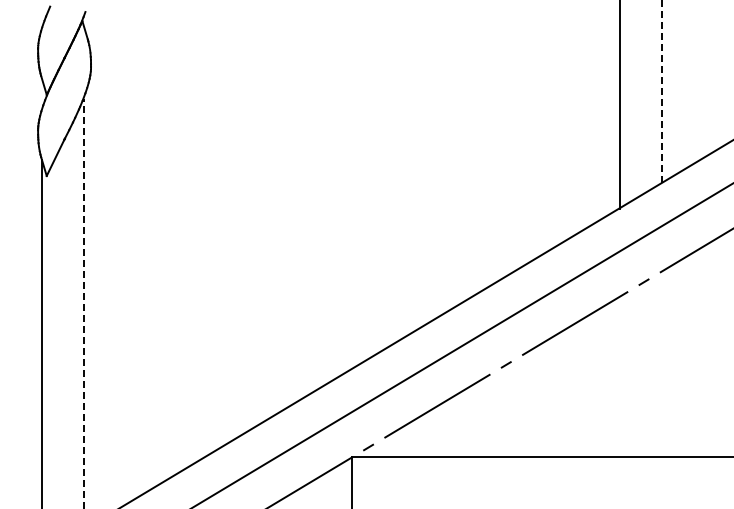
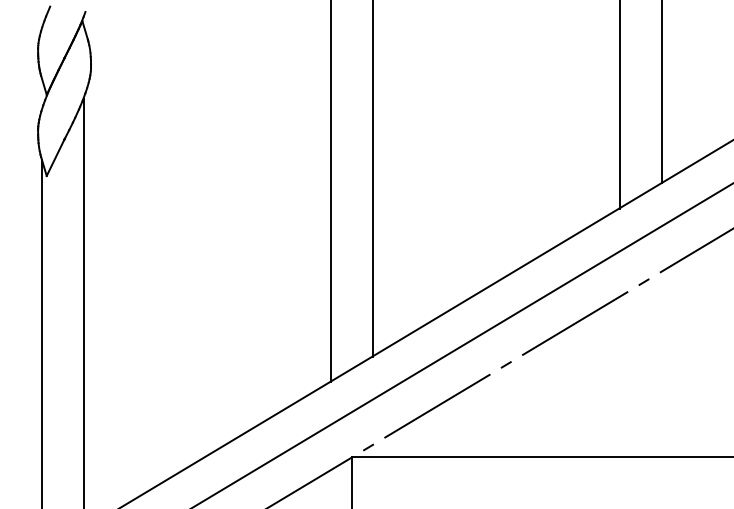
line at (662, 91): dashed -> solid
line at (373, 179): none -> present
line at (331, 192): none -> present
line at (83, 303): dashed -> solid
